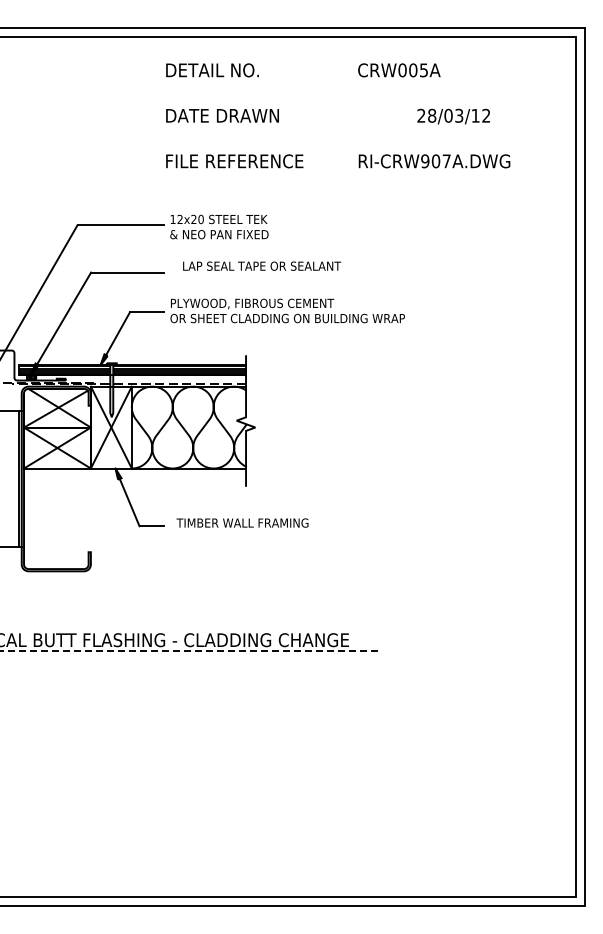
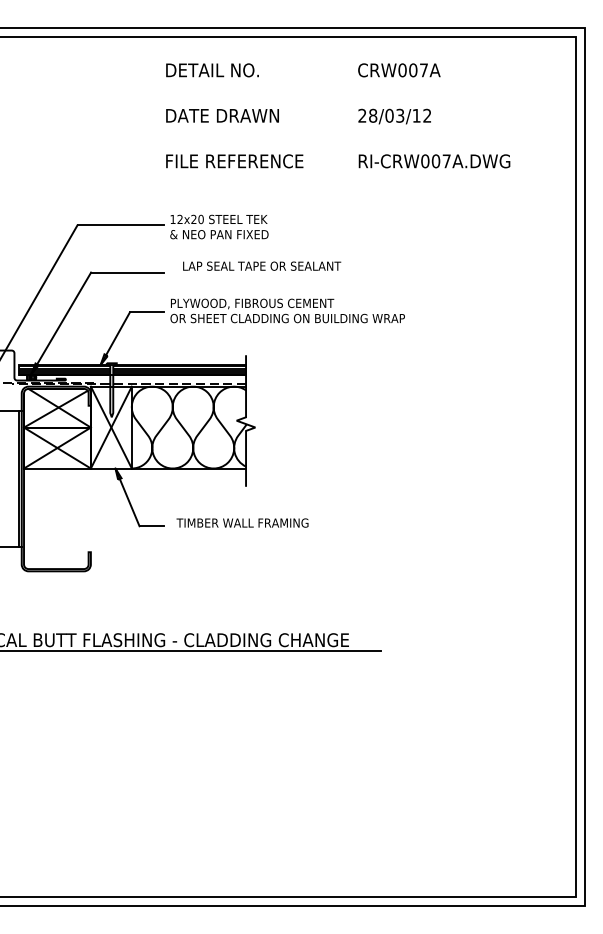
text at (423, 70): CRW005A -> CRW007A
text at (453, 116) position: (453, 116) -> (394, 116)
text at (425, 161): RI-CRW907A.DWG -> RI-CRW007A.DWG
line at (191, 651): dashed -> solid
